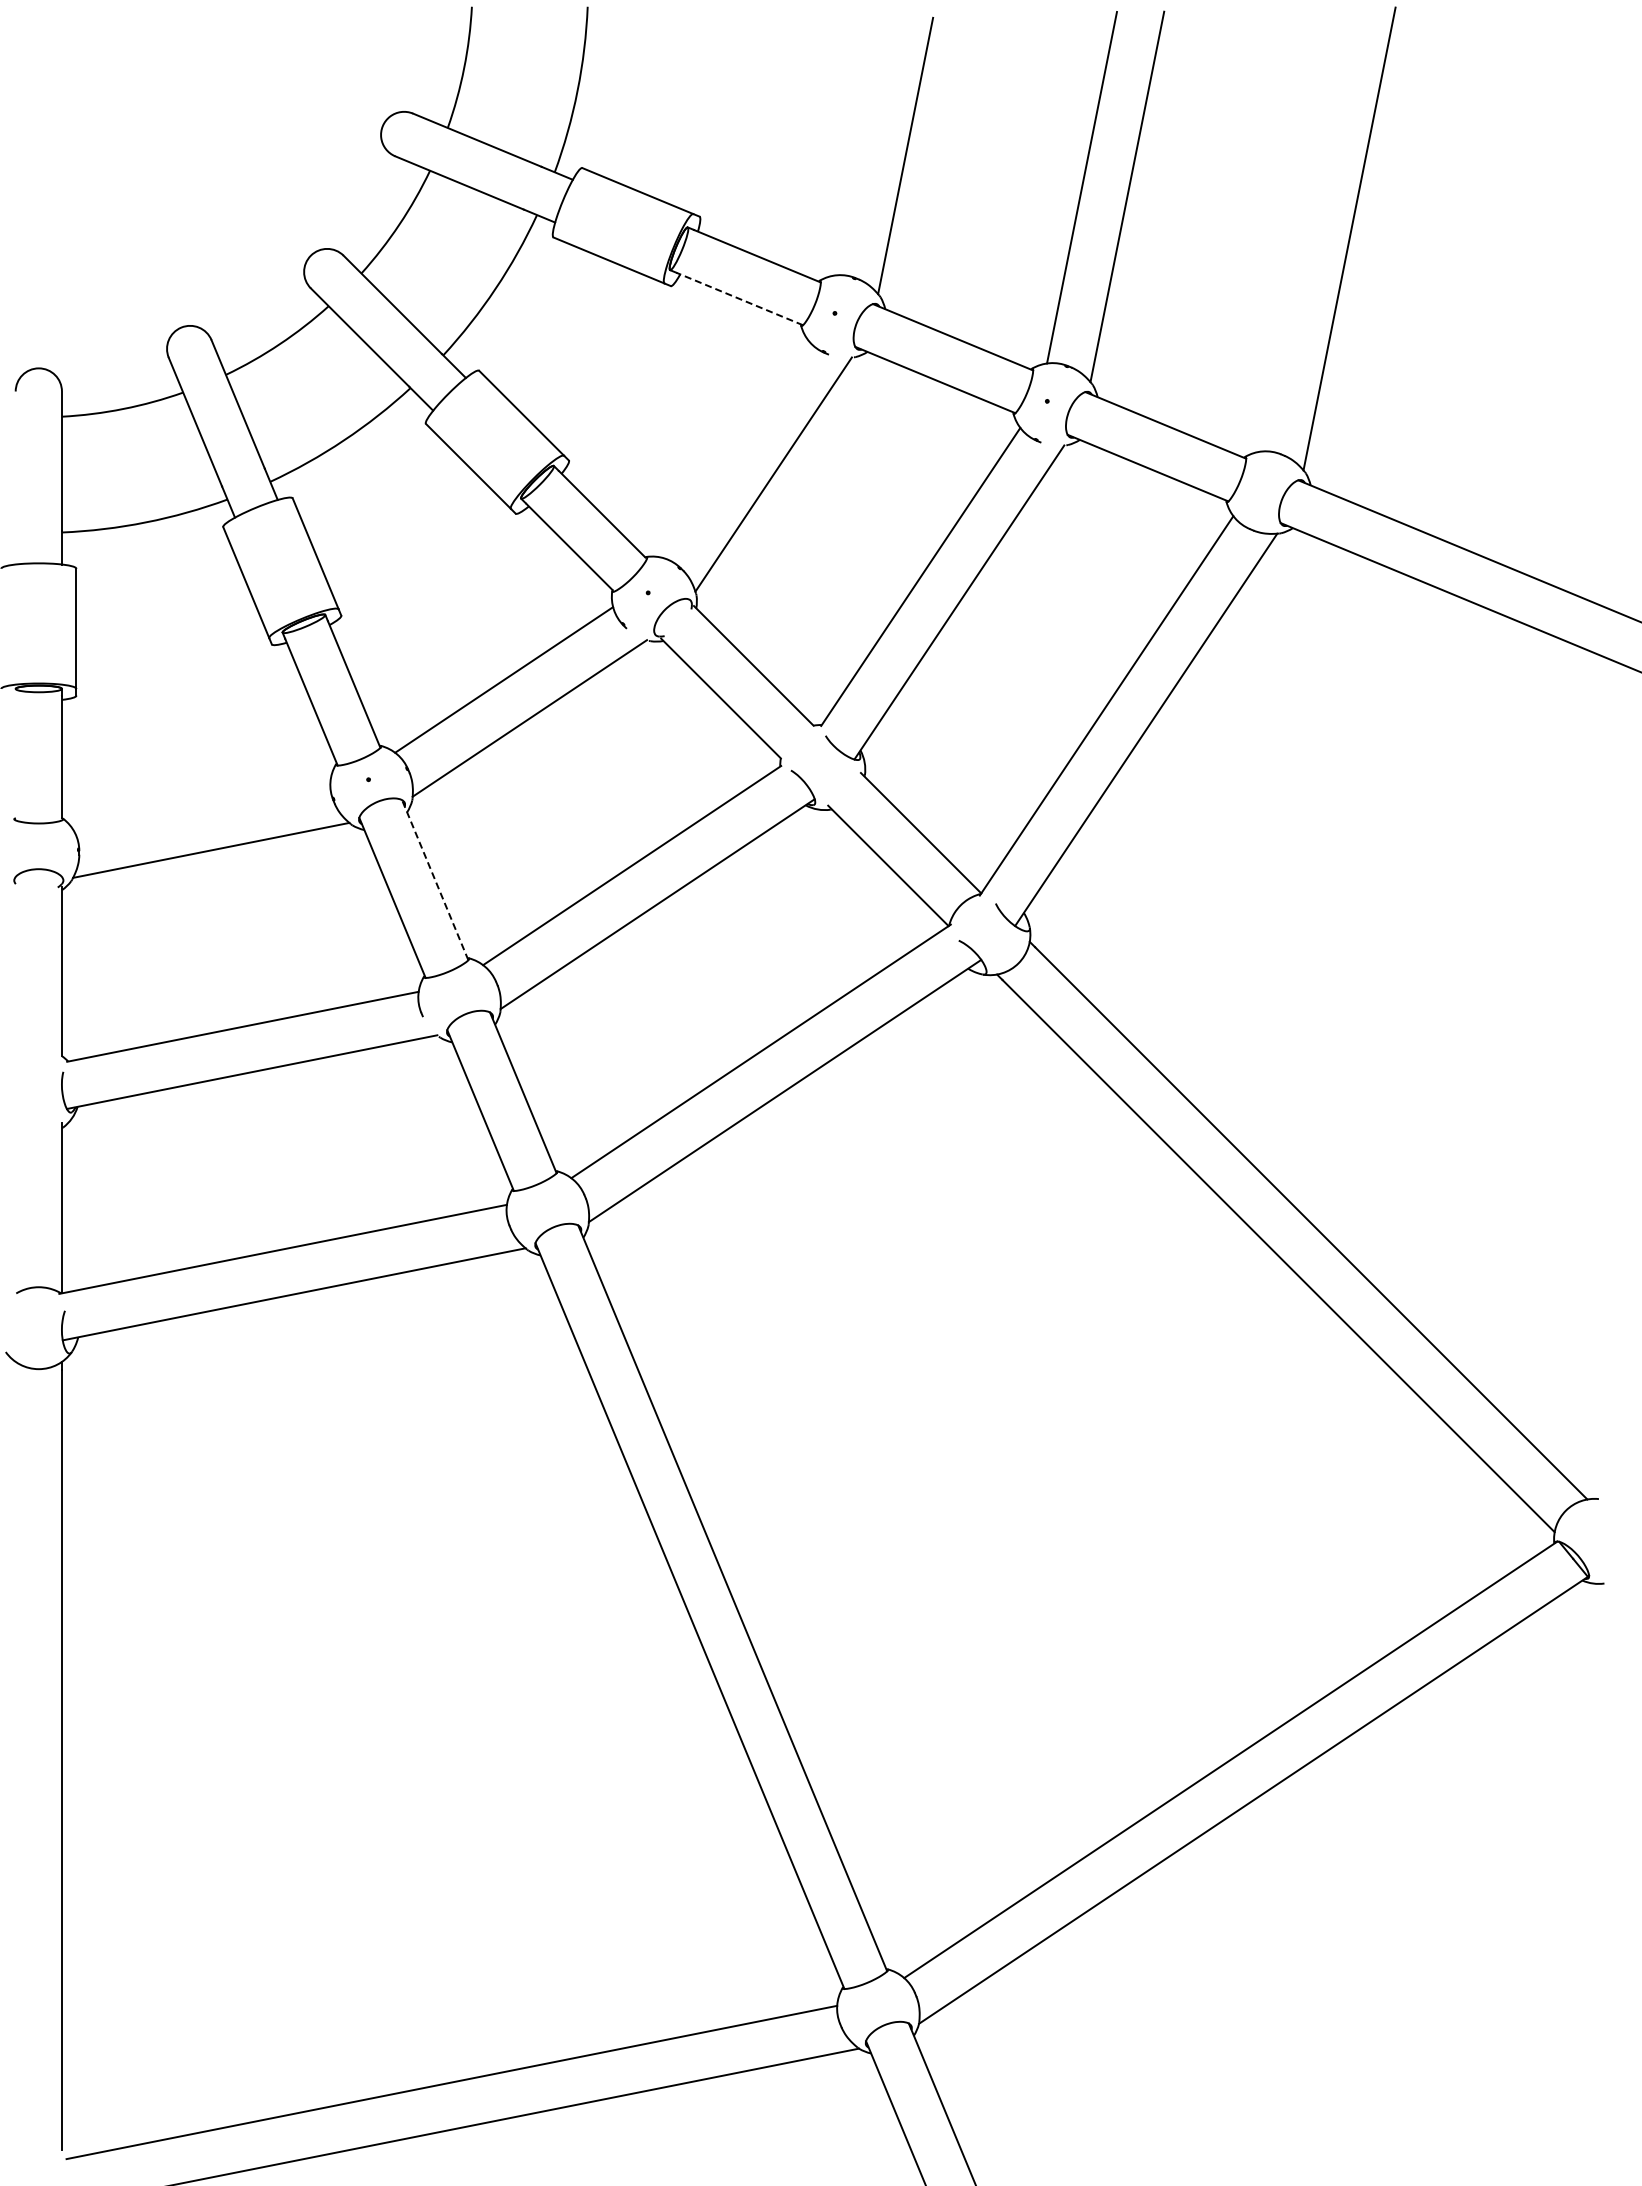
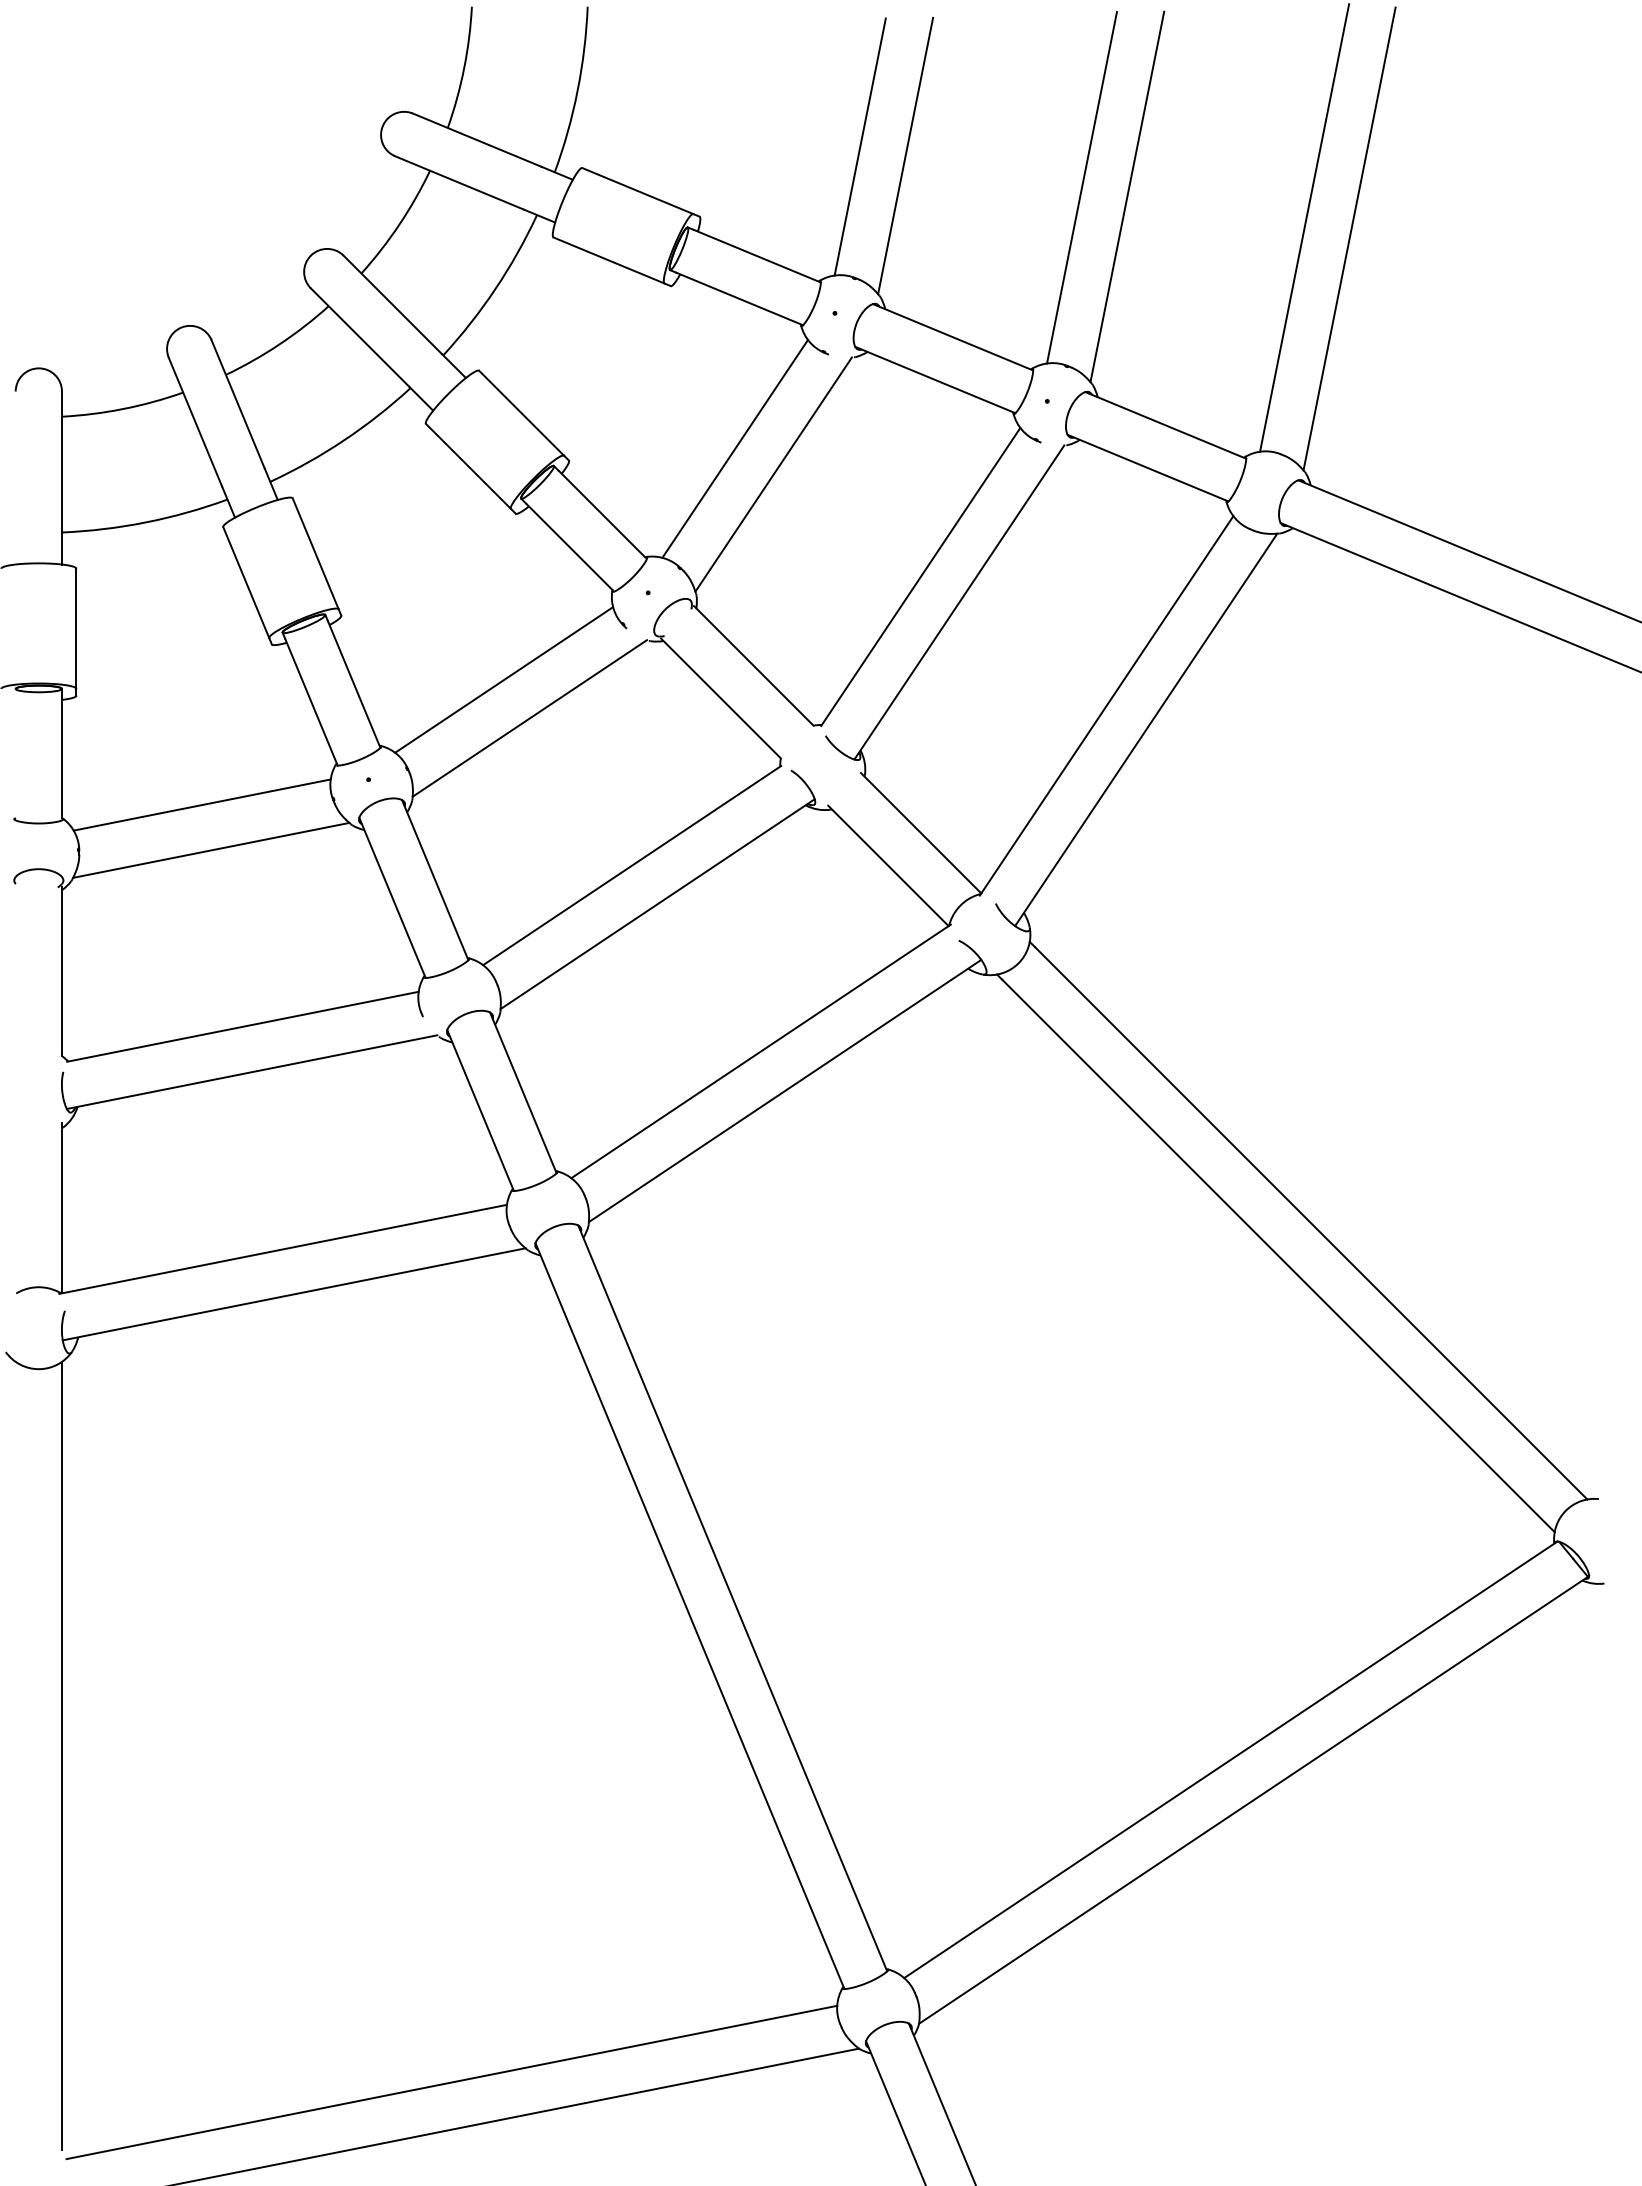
line at (859, 146): none -> present
line at (1304, 227): none -> present
line at (739, 298): dashed -> solid
line at (734, 448): none -> present
line at (201, 804): none -> present
line at (435, 880): dashed -> solid
